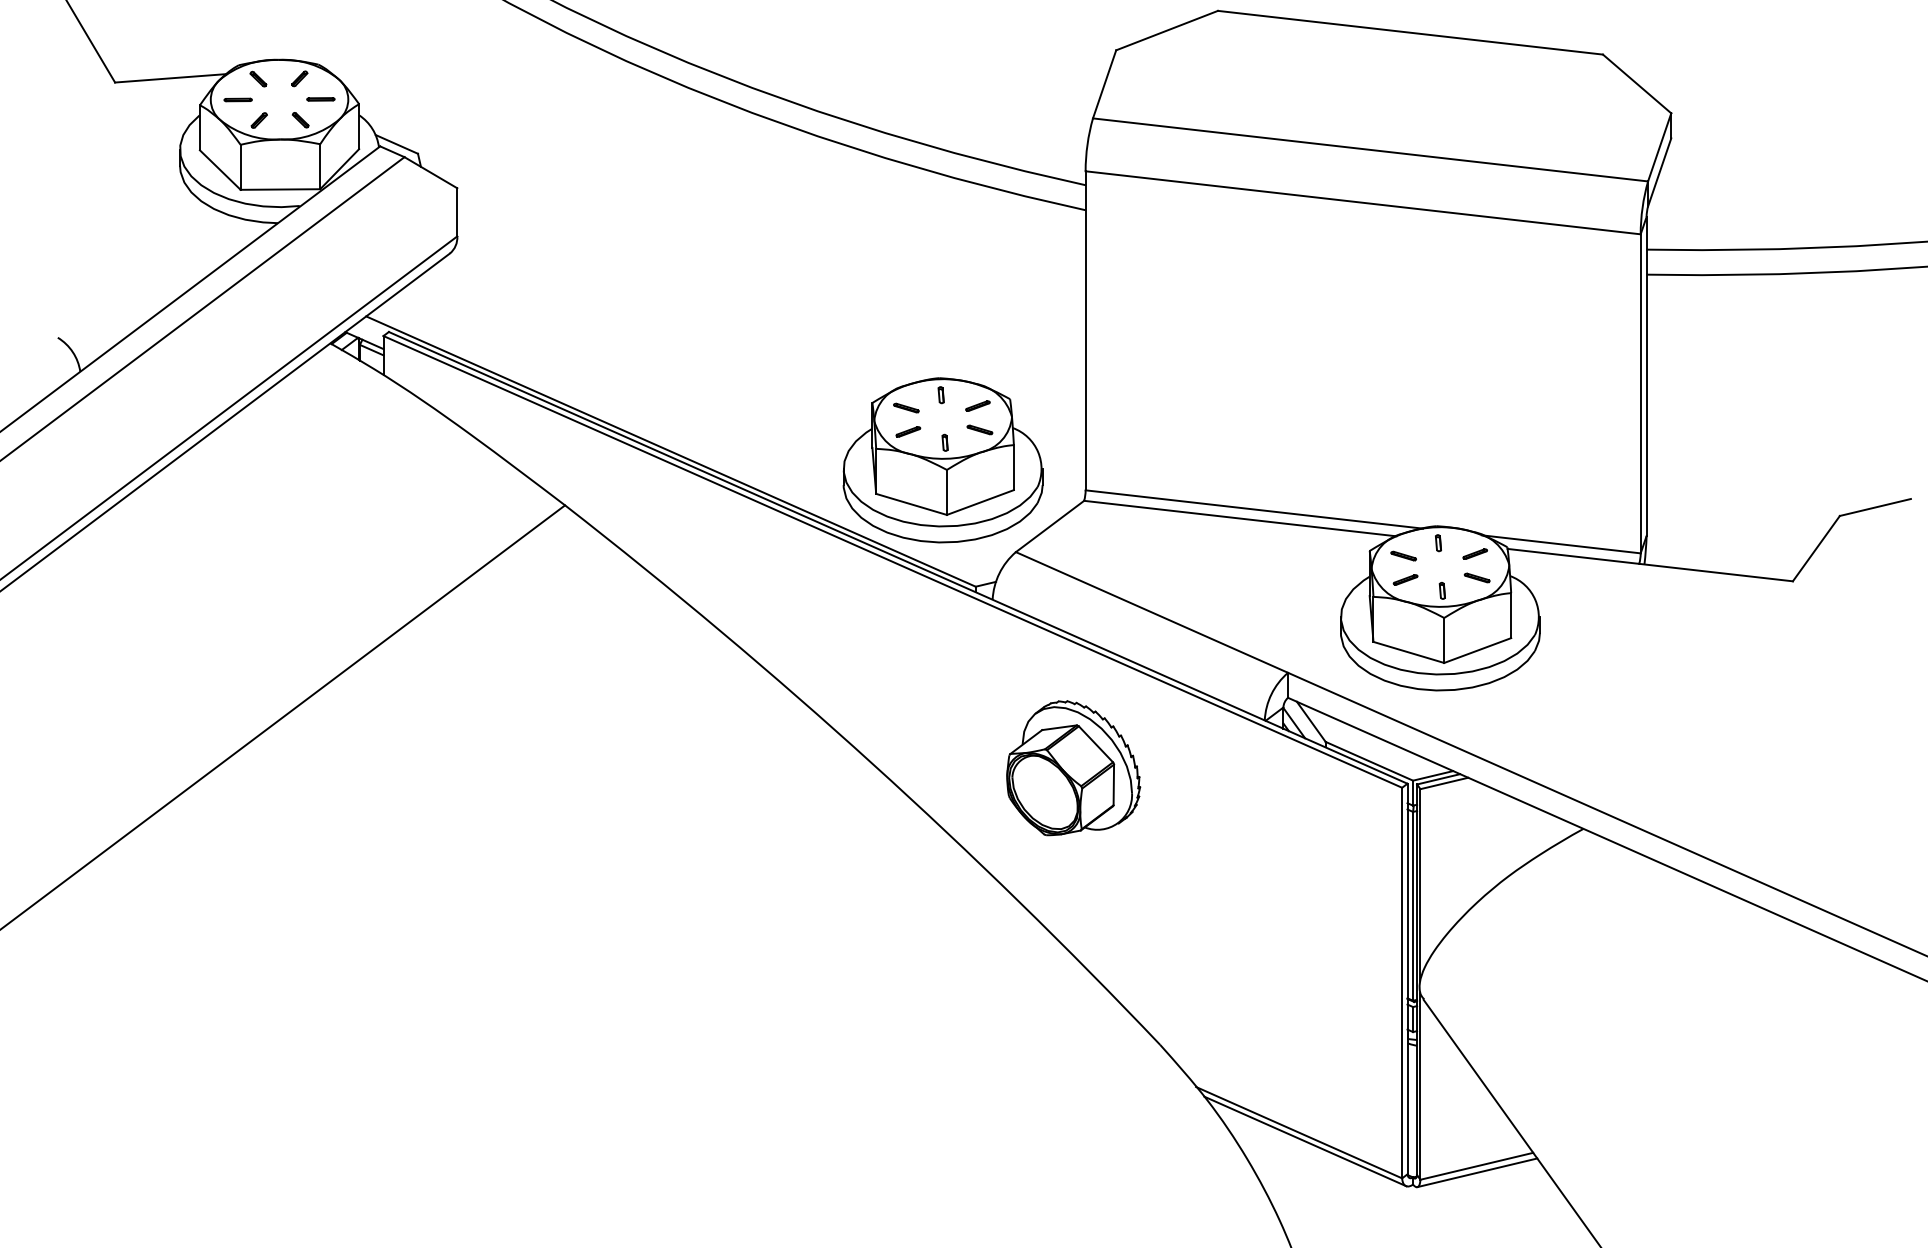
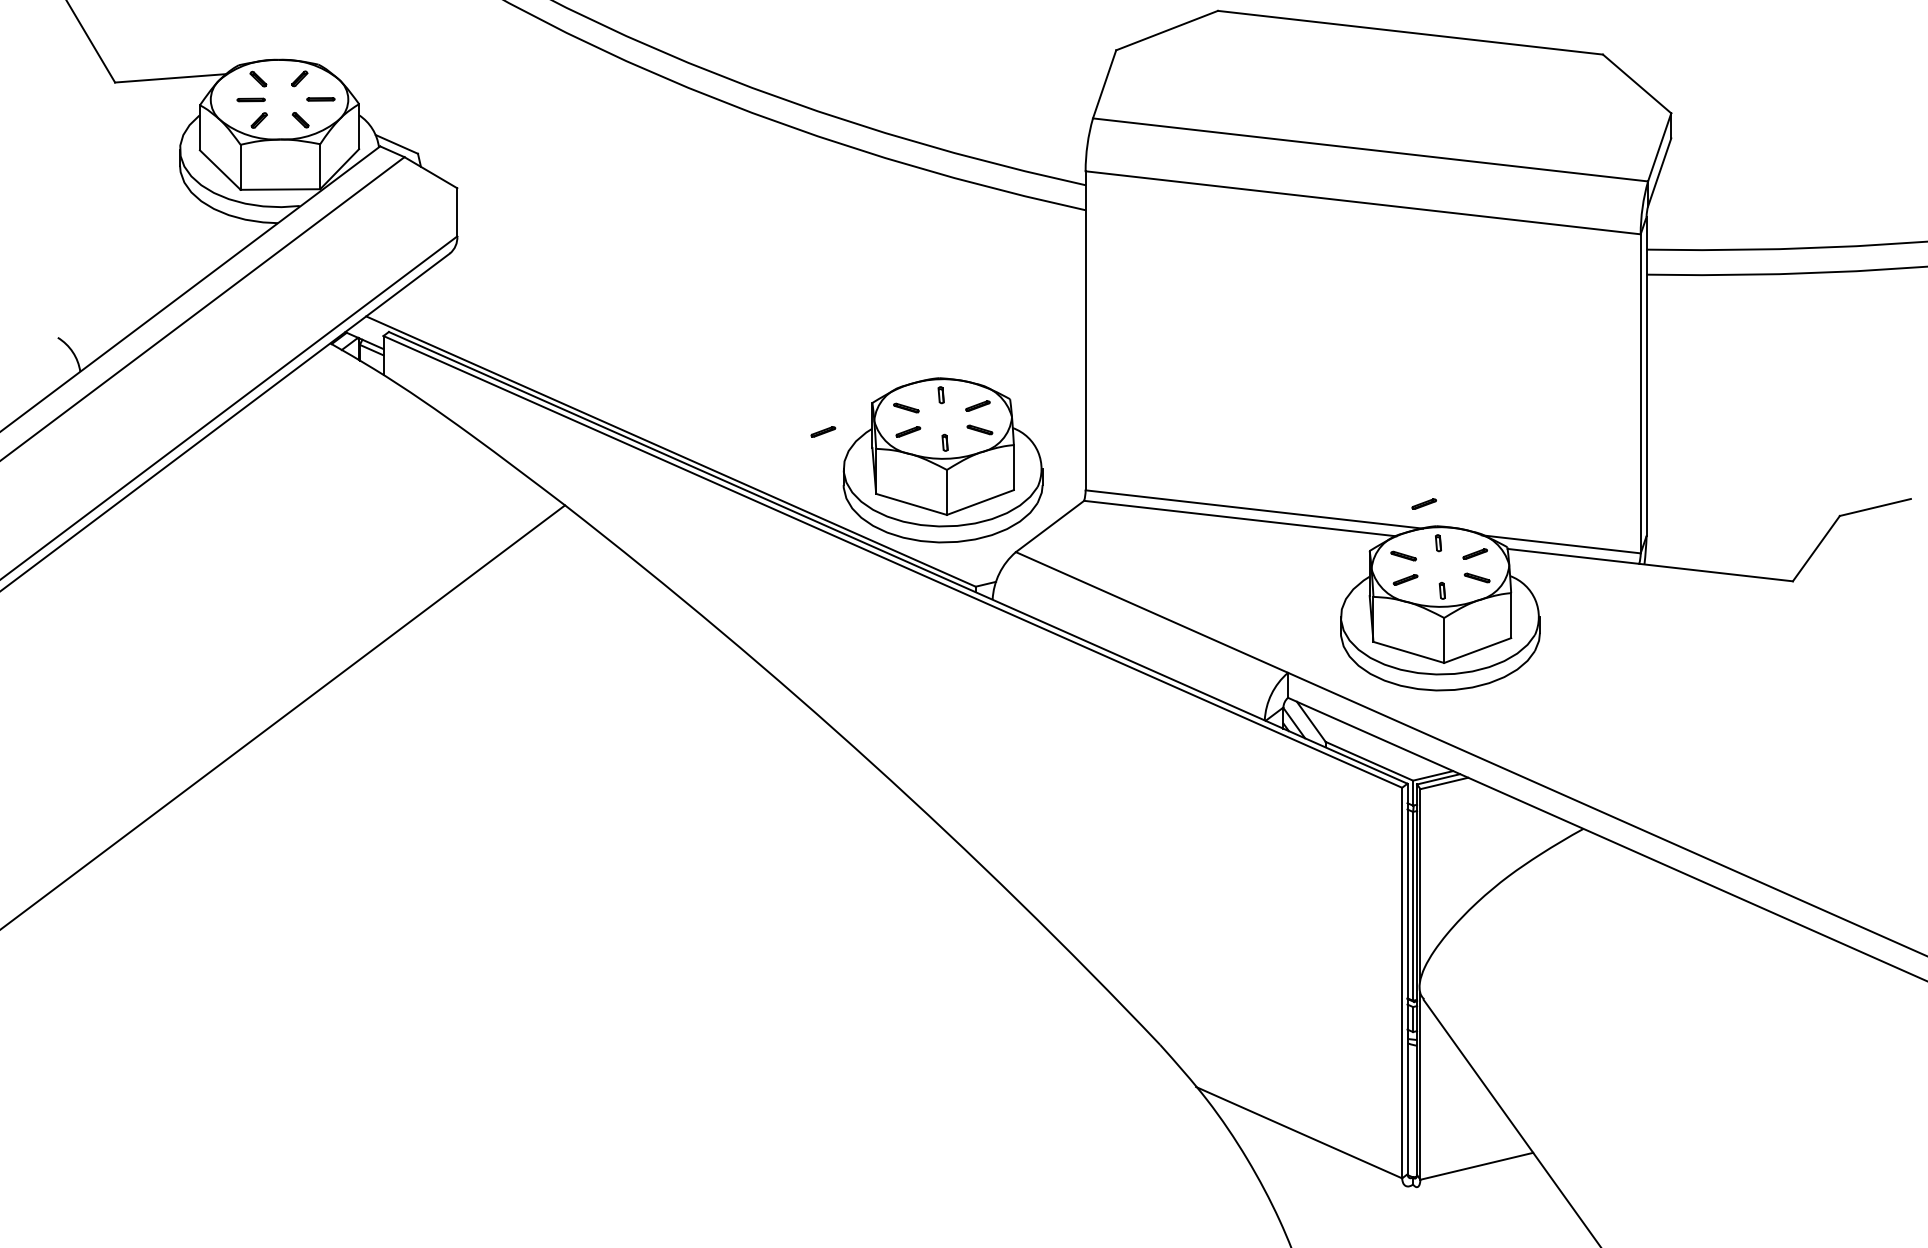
part at (237, 99) position: (237, 99) -> (250, 99)
part at (823, 431): none -> present
part at (1423, 503): none -> present
part at (1073, 768): present -> none
line at (1305, 1141): present -> none
line at (1477, 1172): present -> none
